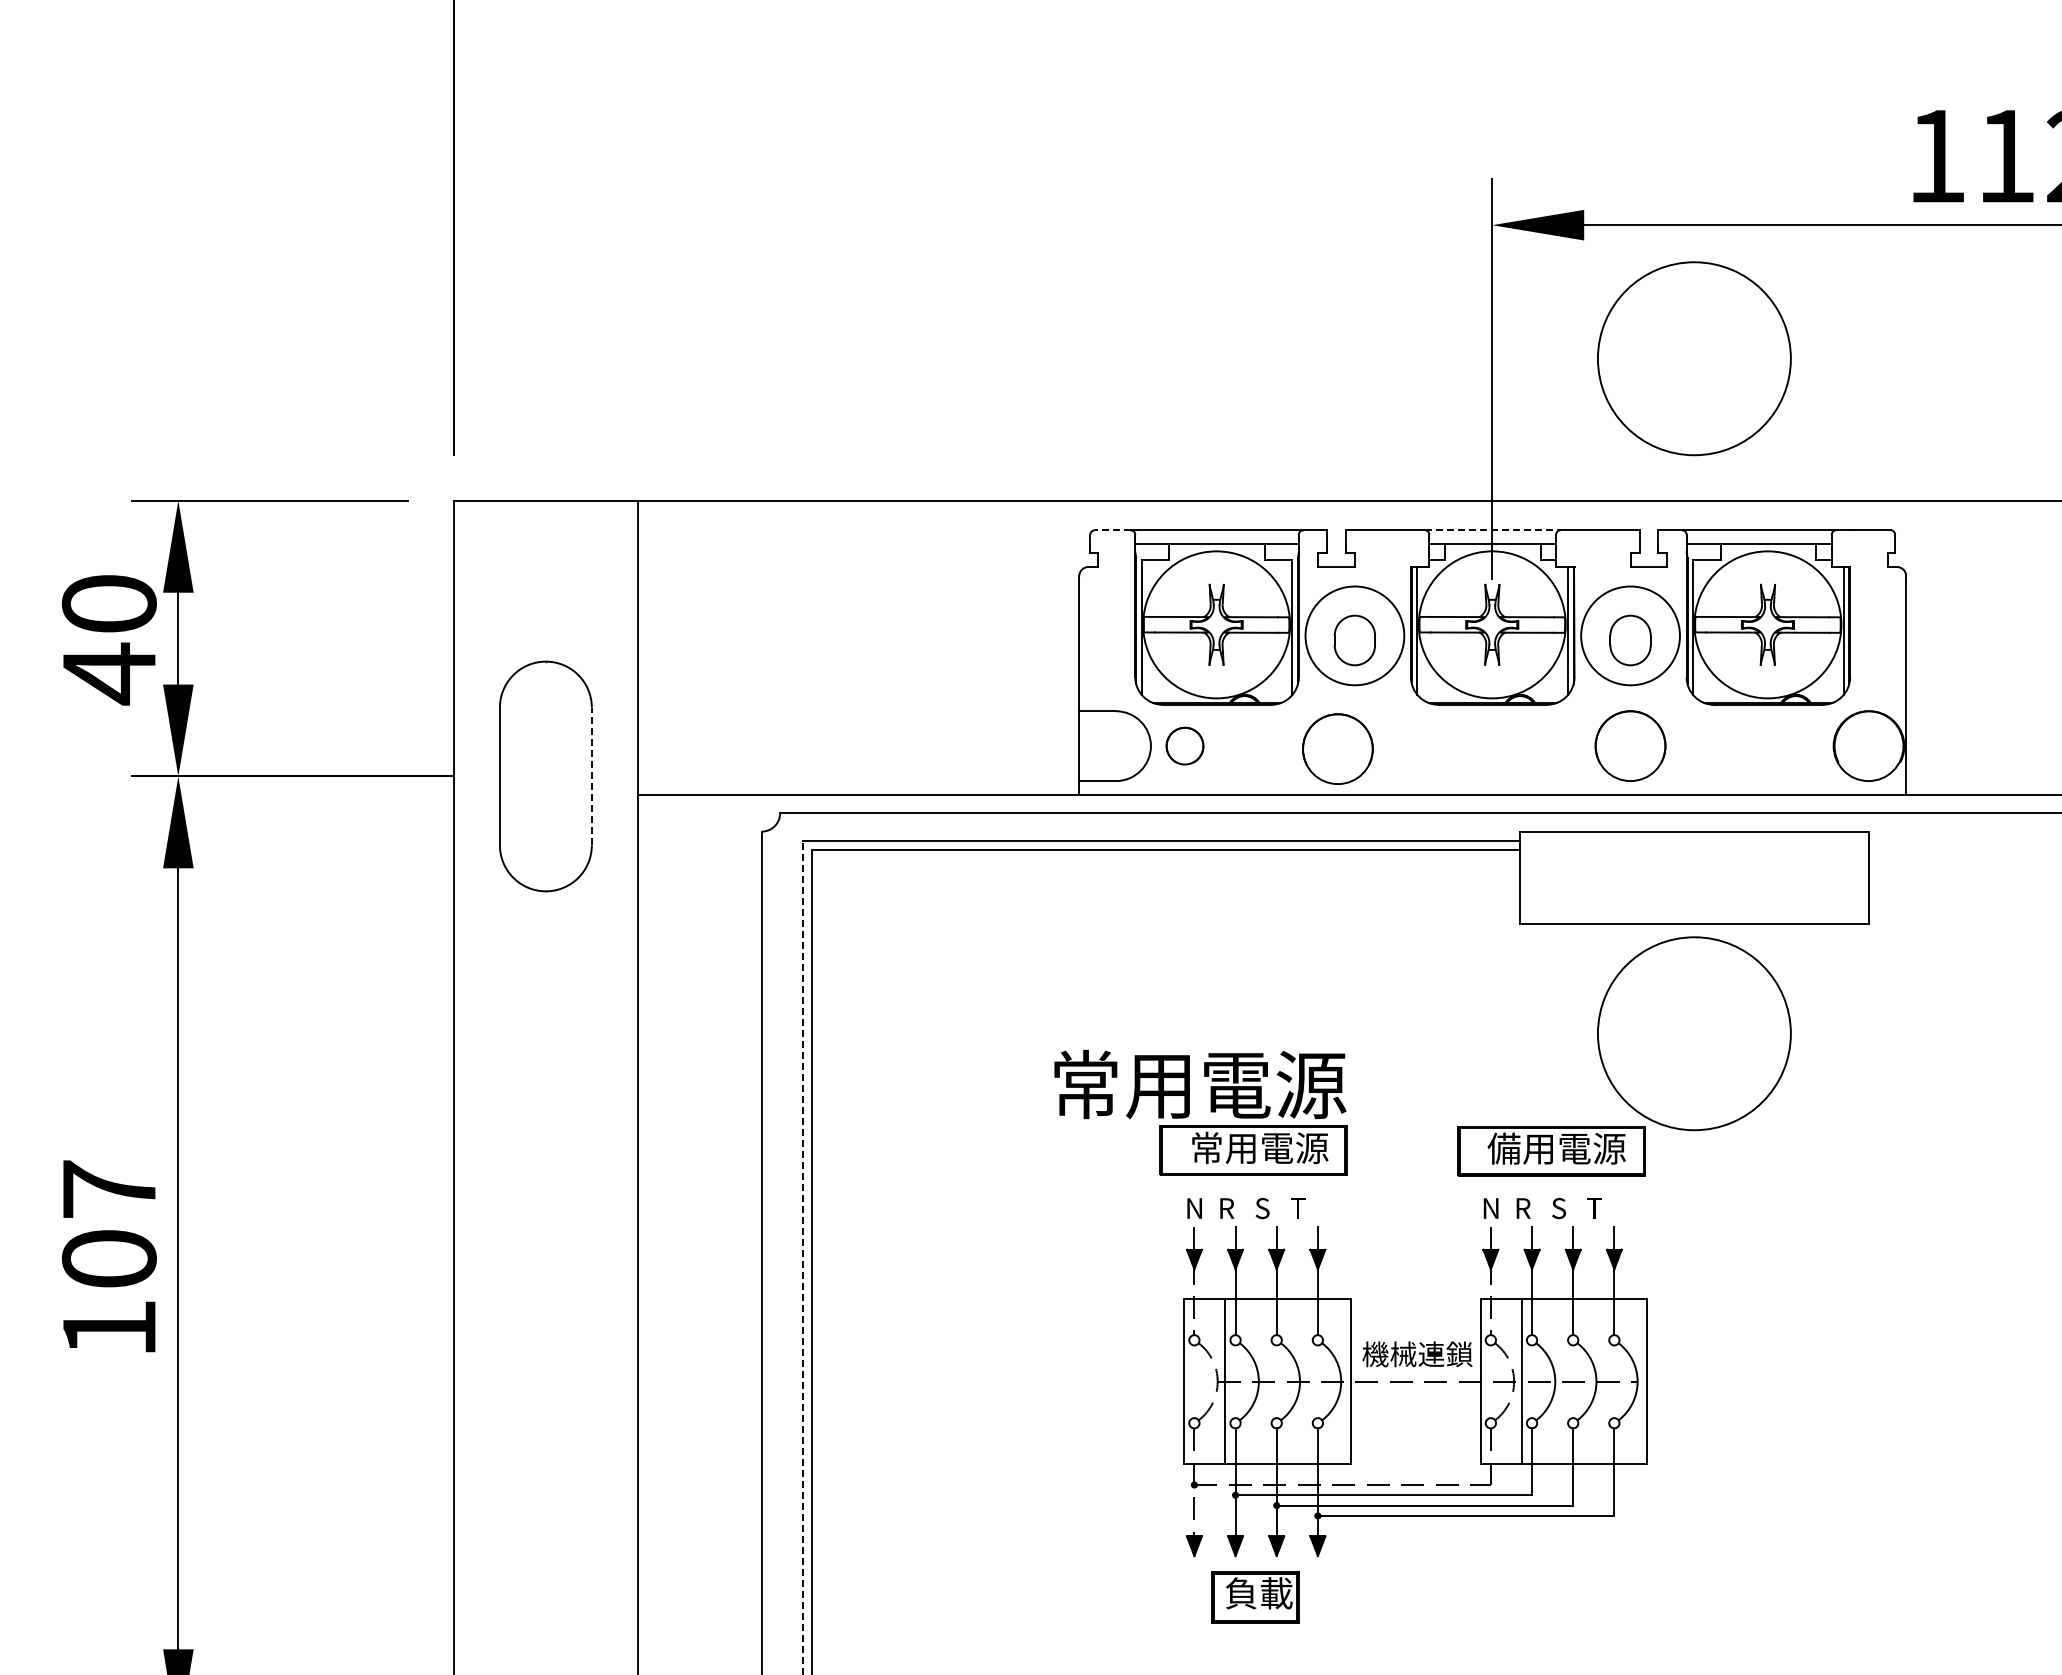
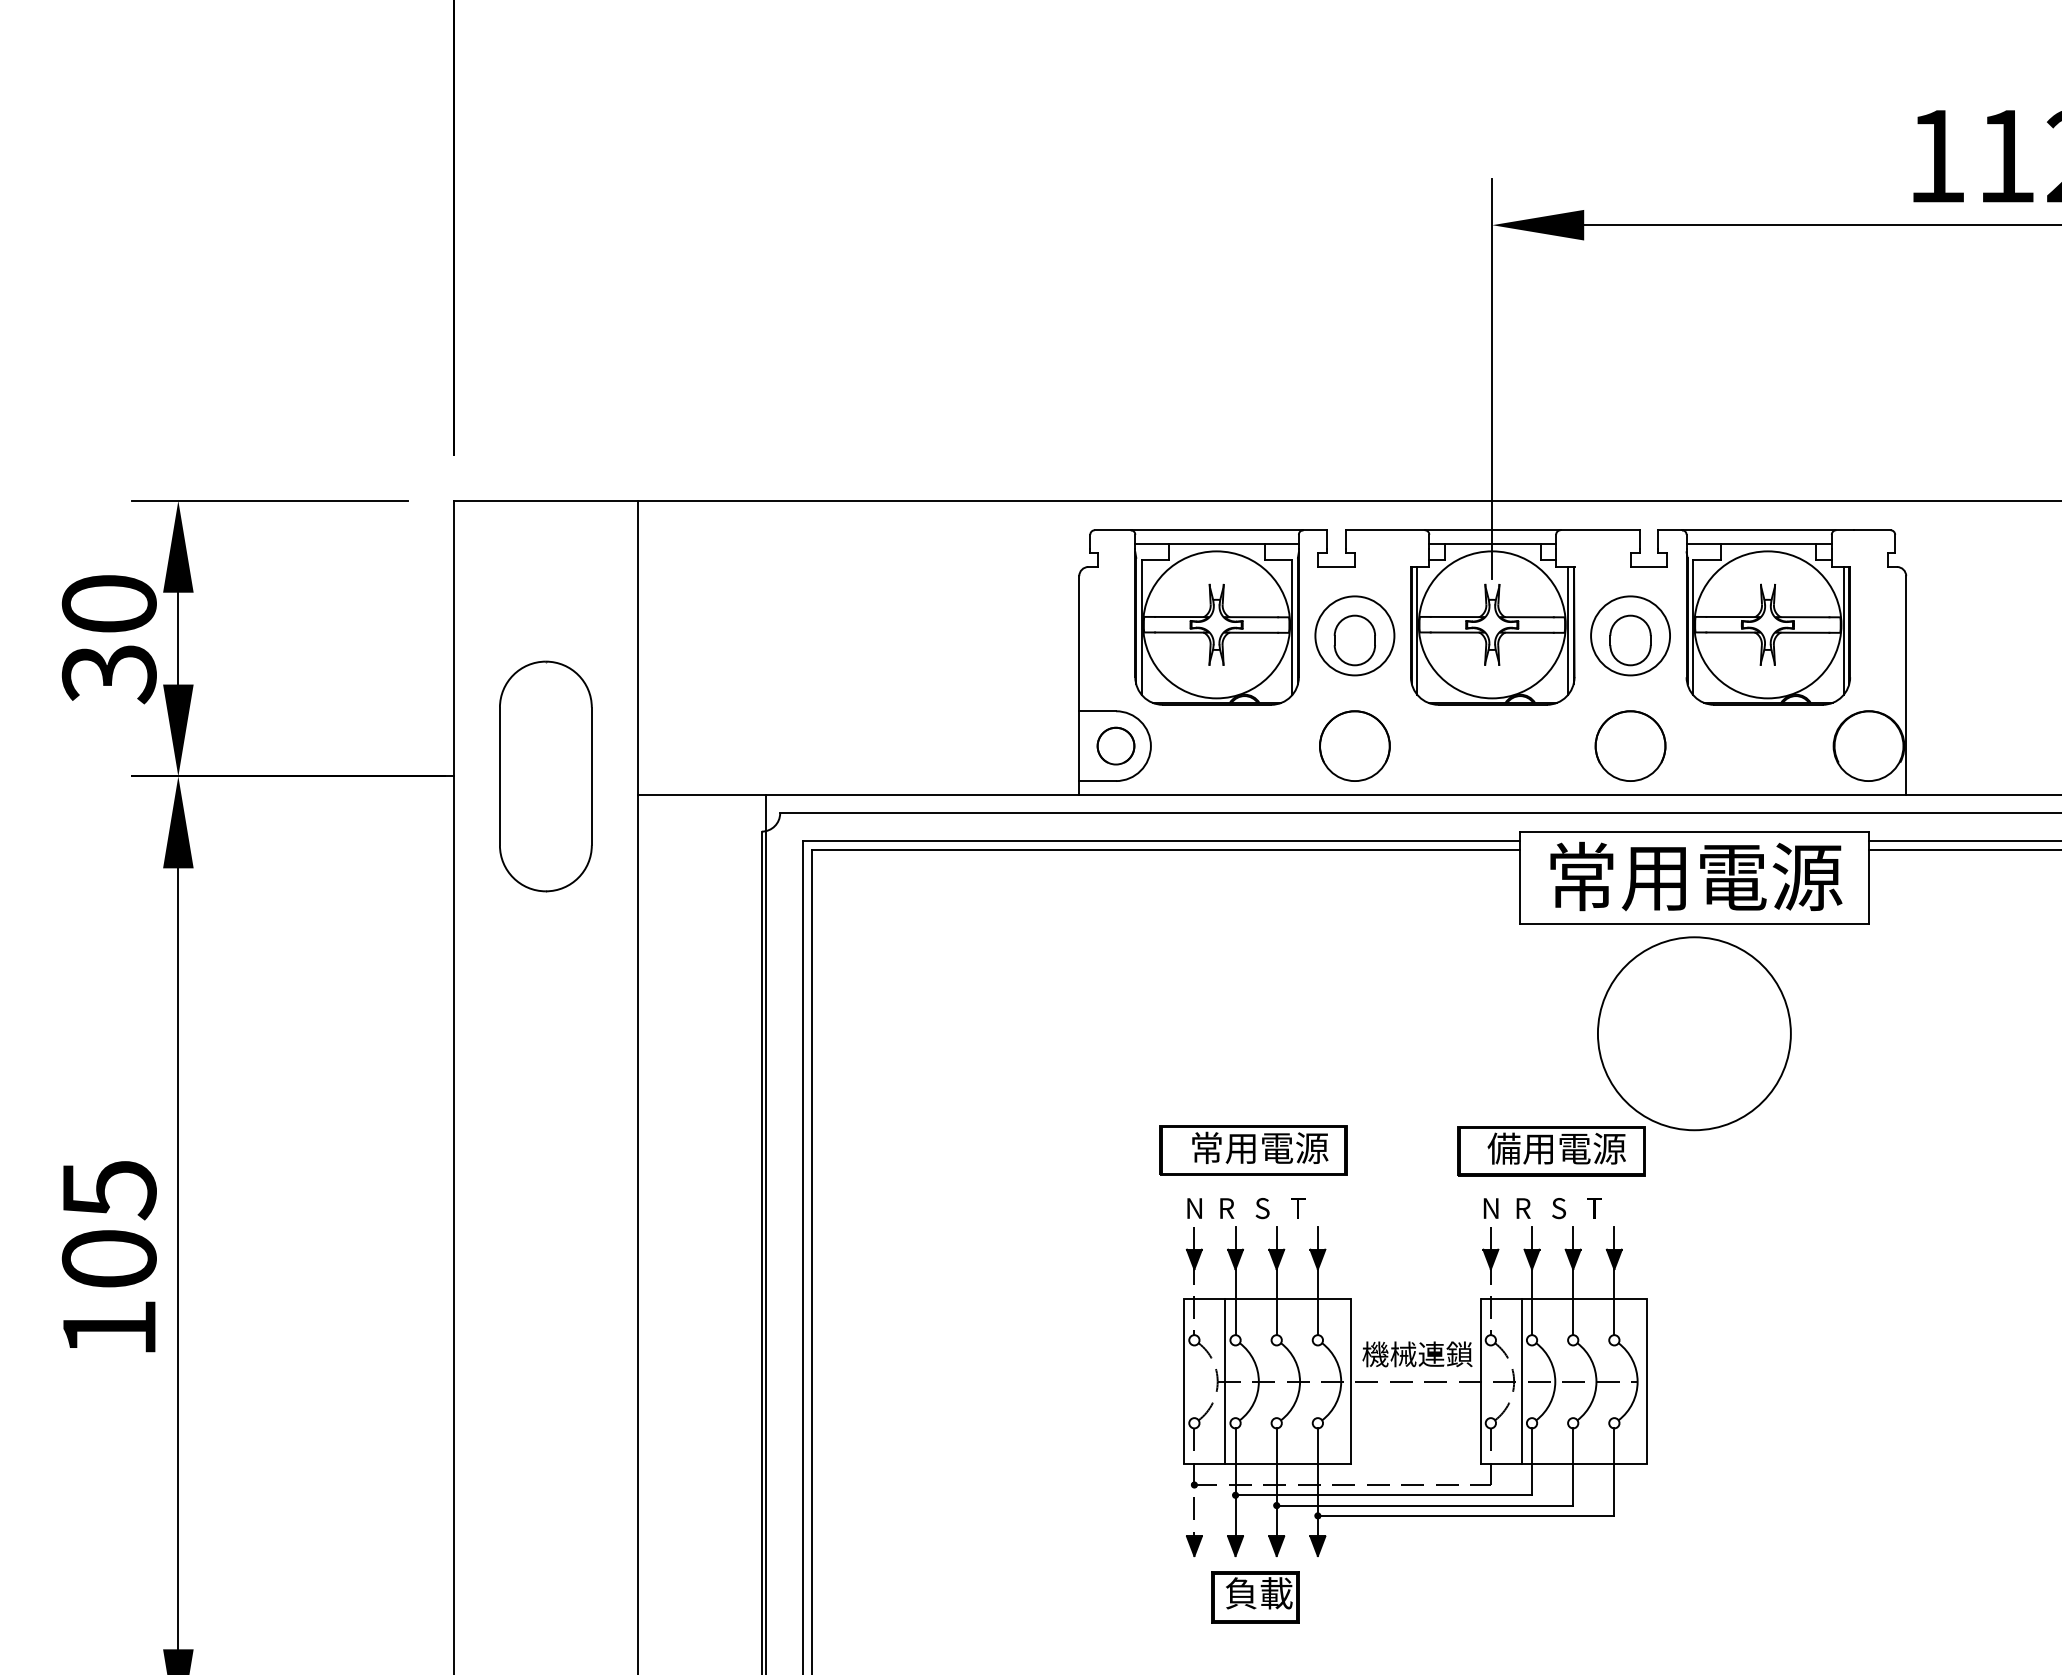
circle at (1694, 358): present -> none
line at (1112, 530): dashed -> solid
line at (1492, 530): dashed -> solid
circle at (1354, 635) diameter: 99 px -> 79 px
circle at (1630, 635) diameter: 99 px -> 79 px
text at (108, 673): 40 -> 30
part at (1184, 745) position: (1184, 745) -> (1115, 745)
circle at (1337, 748) position: (1337, 748) -> (1354, 745)
line at (591, 776): dashed -> solid
line at (1963, 840): none -> present
line at (1963, 850): none -> present
text at (1200, 1084) position: (1200, 1084) -> (1696, 876)
text at (109, 1190): 107 -> 105
line at (766, 1232): none -> present
line at (803, 1257): dashed -> solid
